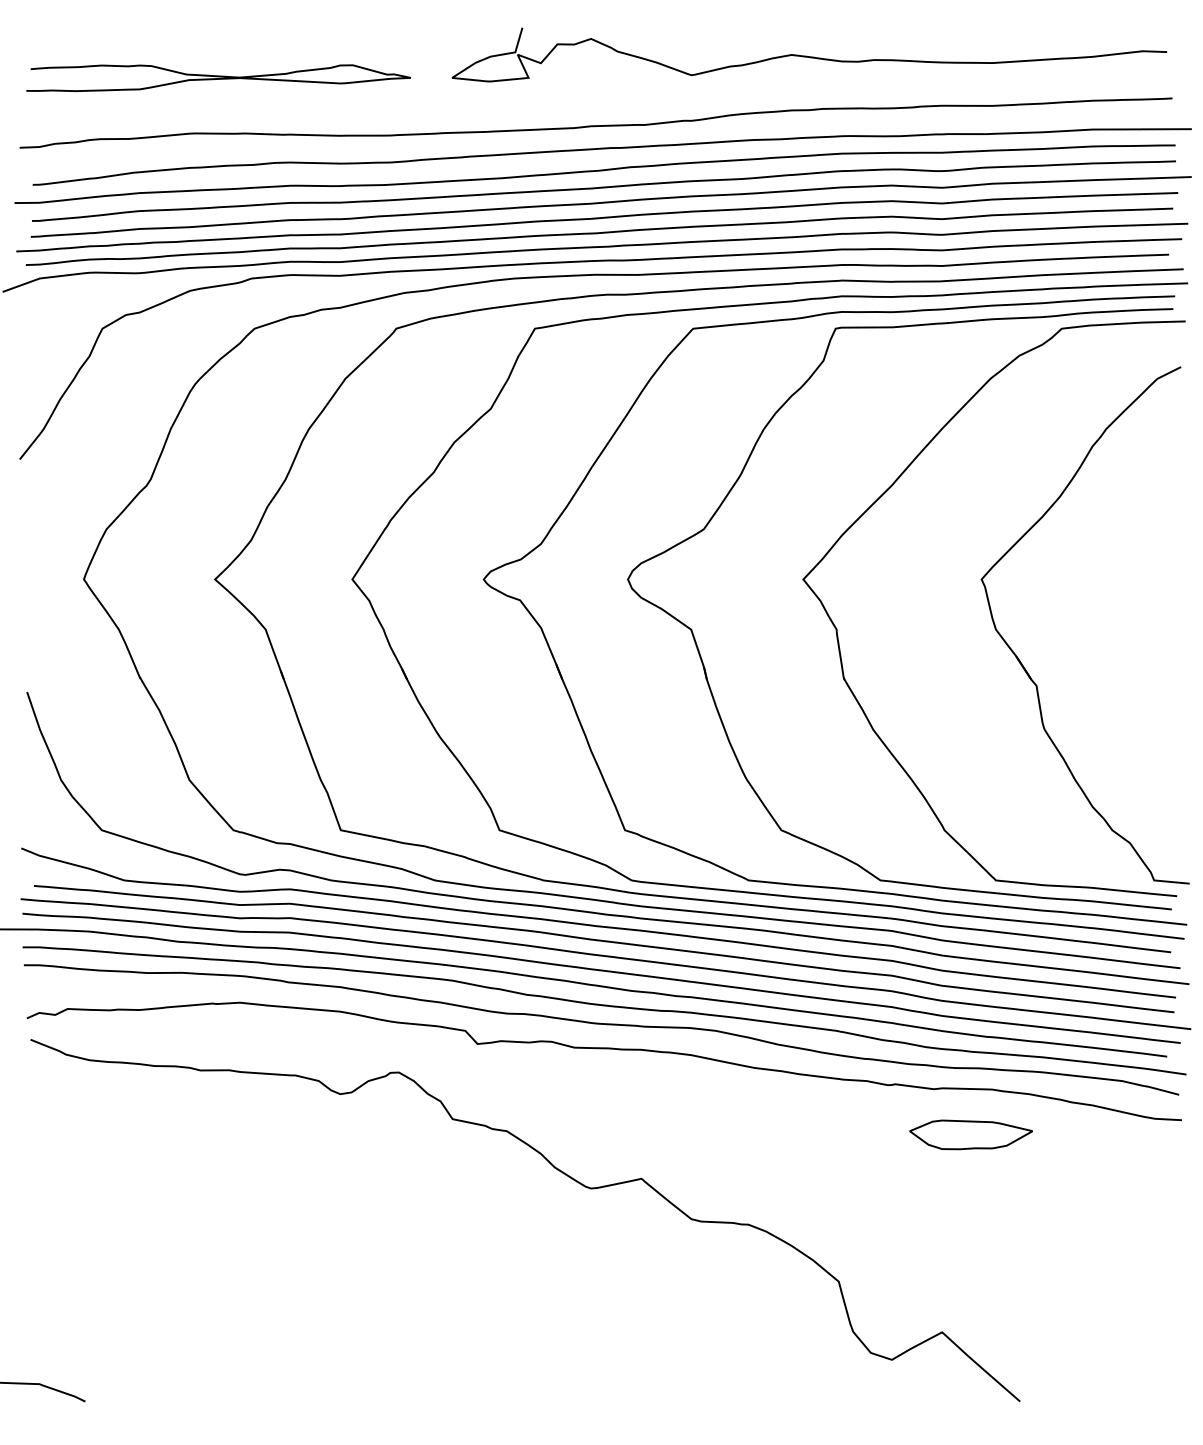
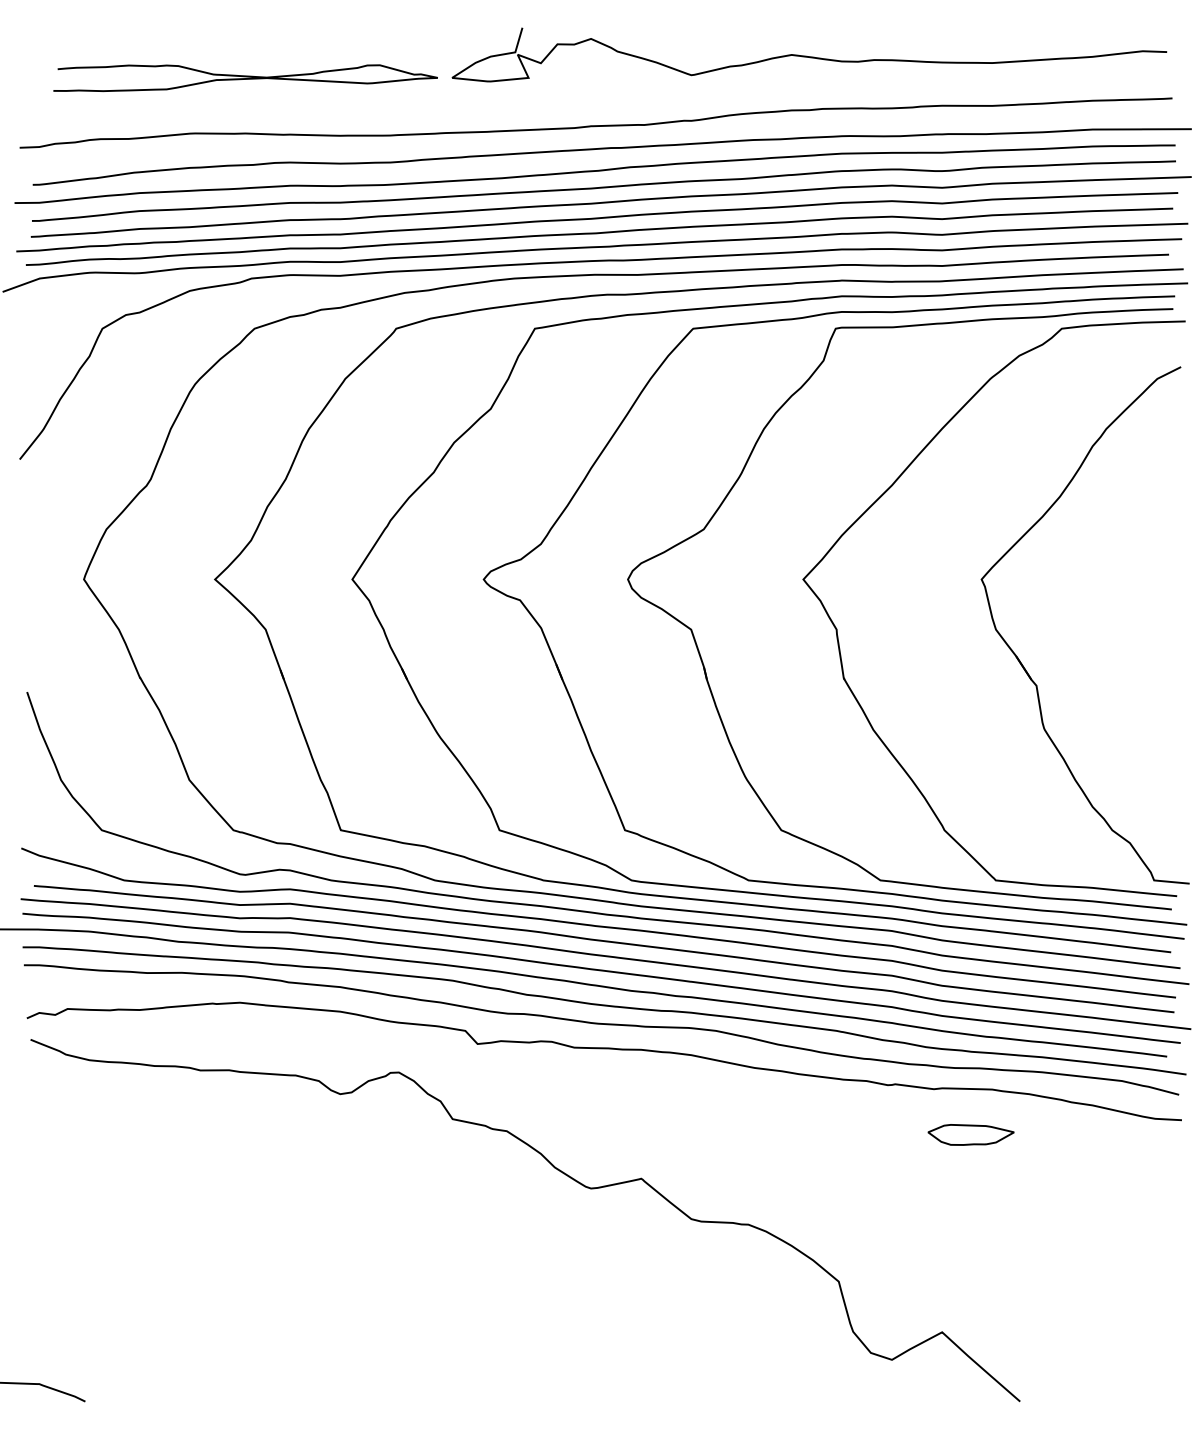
curve at (218, 77) position: (218, 77) -> (245, 77)
part at (970, 1134) size: 124x32 px -> 88x22 px
